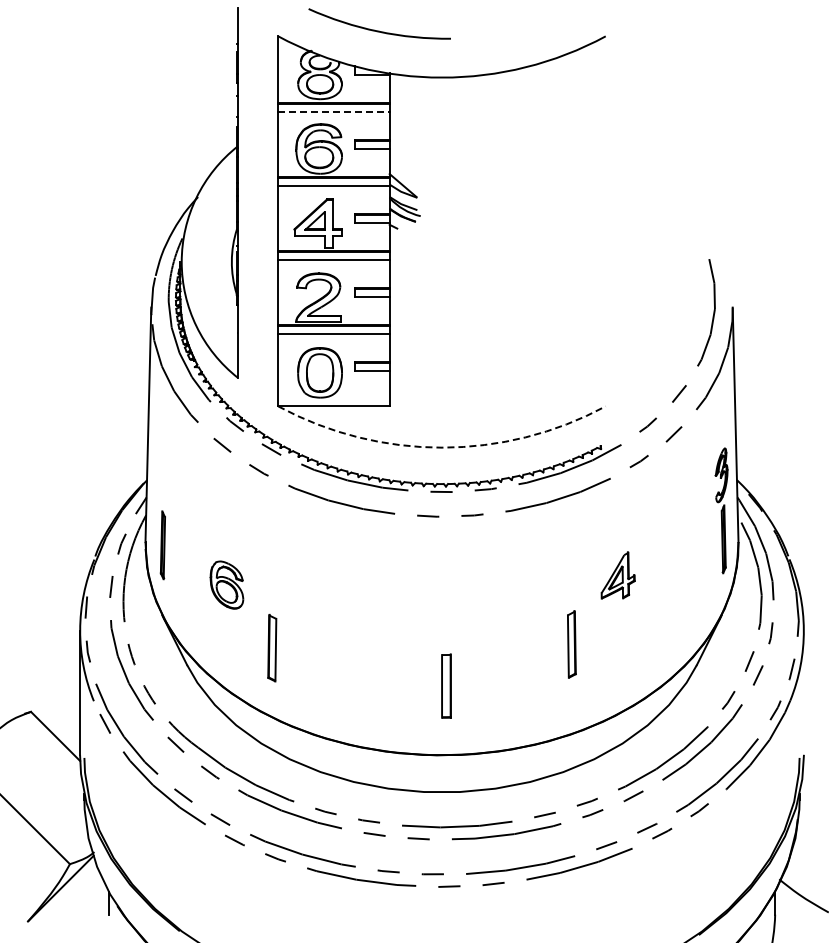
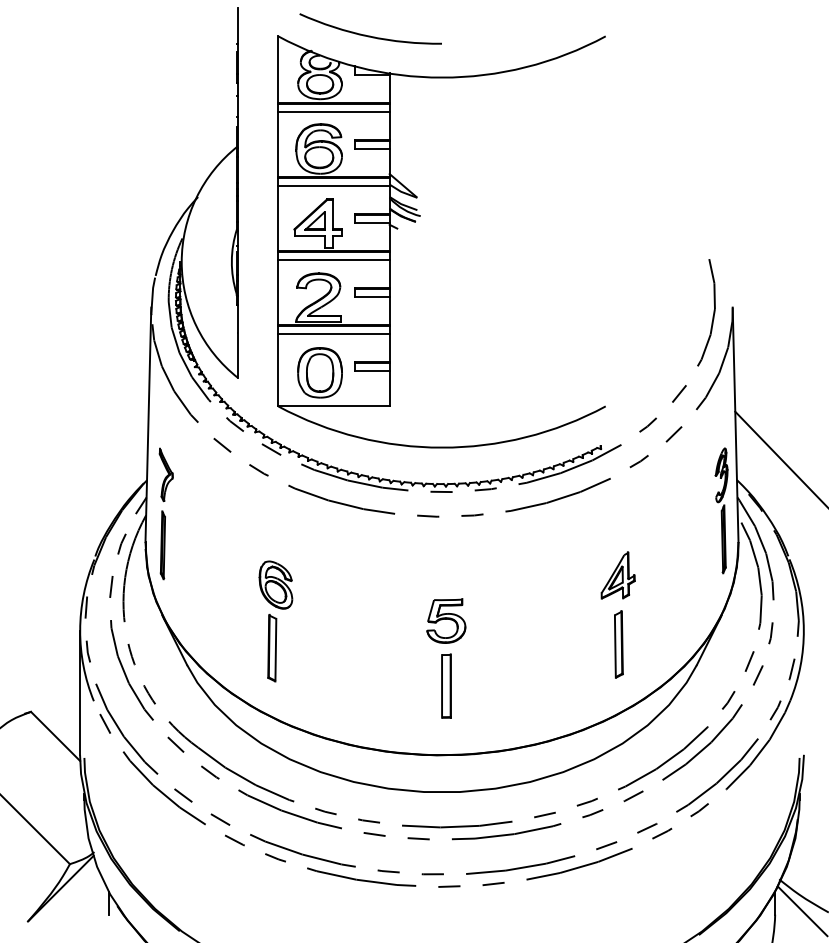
arc at (379, 30) position: (379, 30) -> (370, 35)
line at (333, 112): dashed -> solid
arc at (442, 447): dashed -> solid
line at (780, 458): none -> present
part at (165, 474): none -> present
part at (226, 584) position: (226, 584) -> (275, 584)
part at (446, 620): none -> present
part at (571, 644) position: (571, 644) -> (618, 644)
line at (801, 910): none -> present
